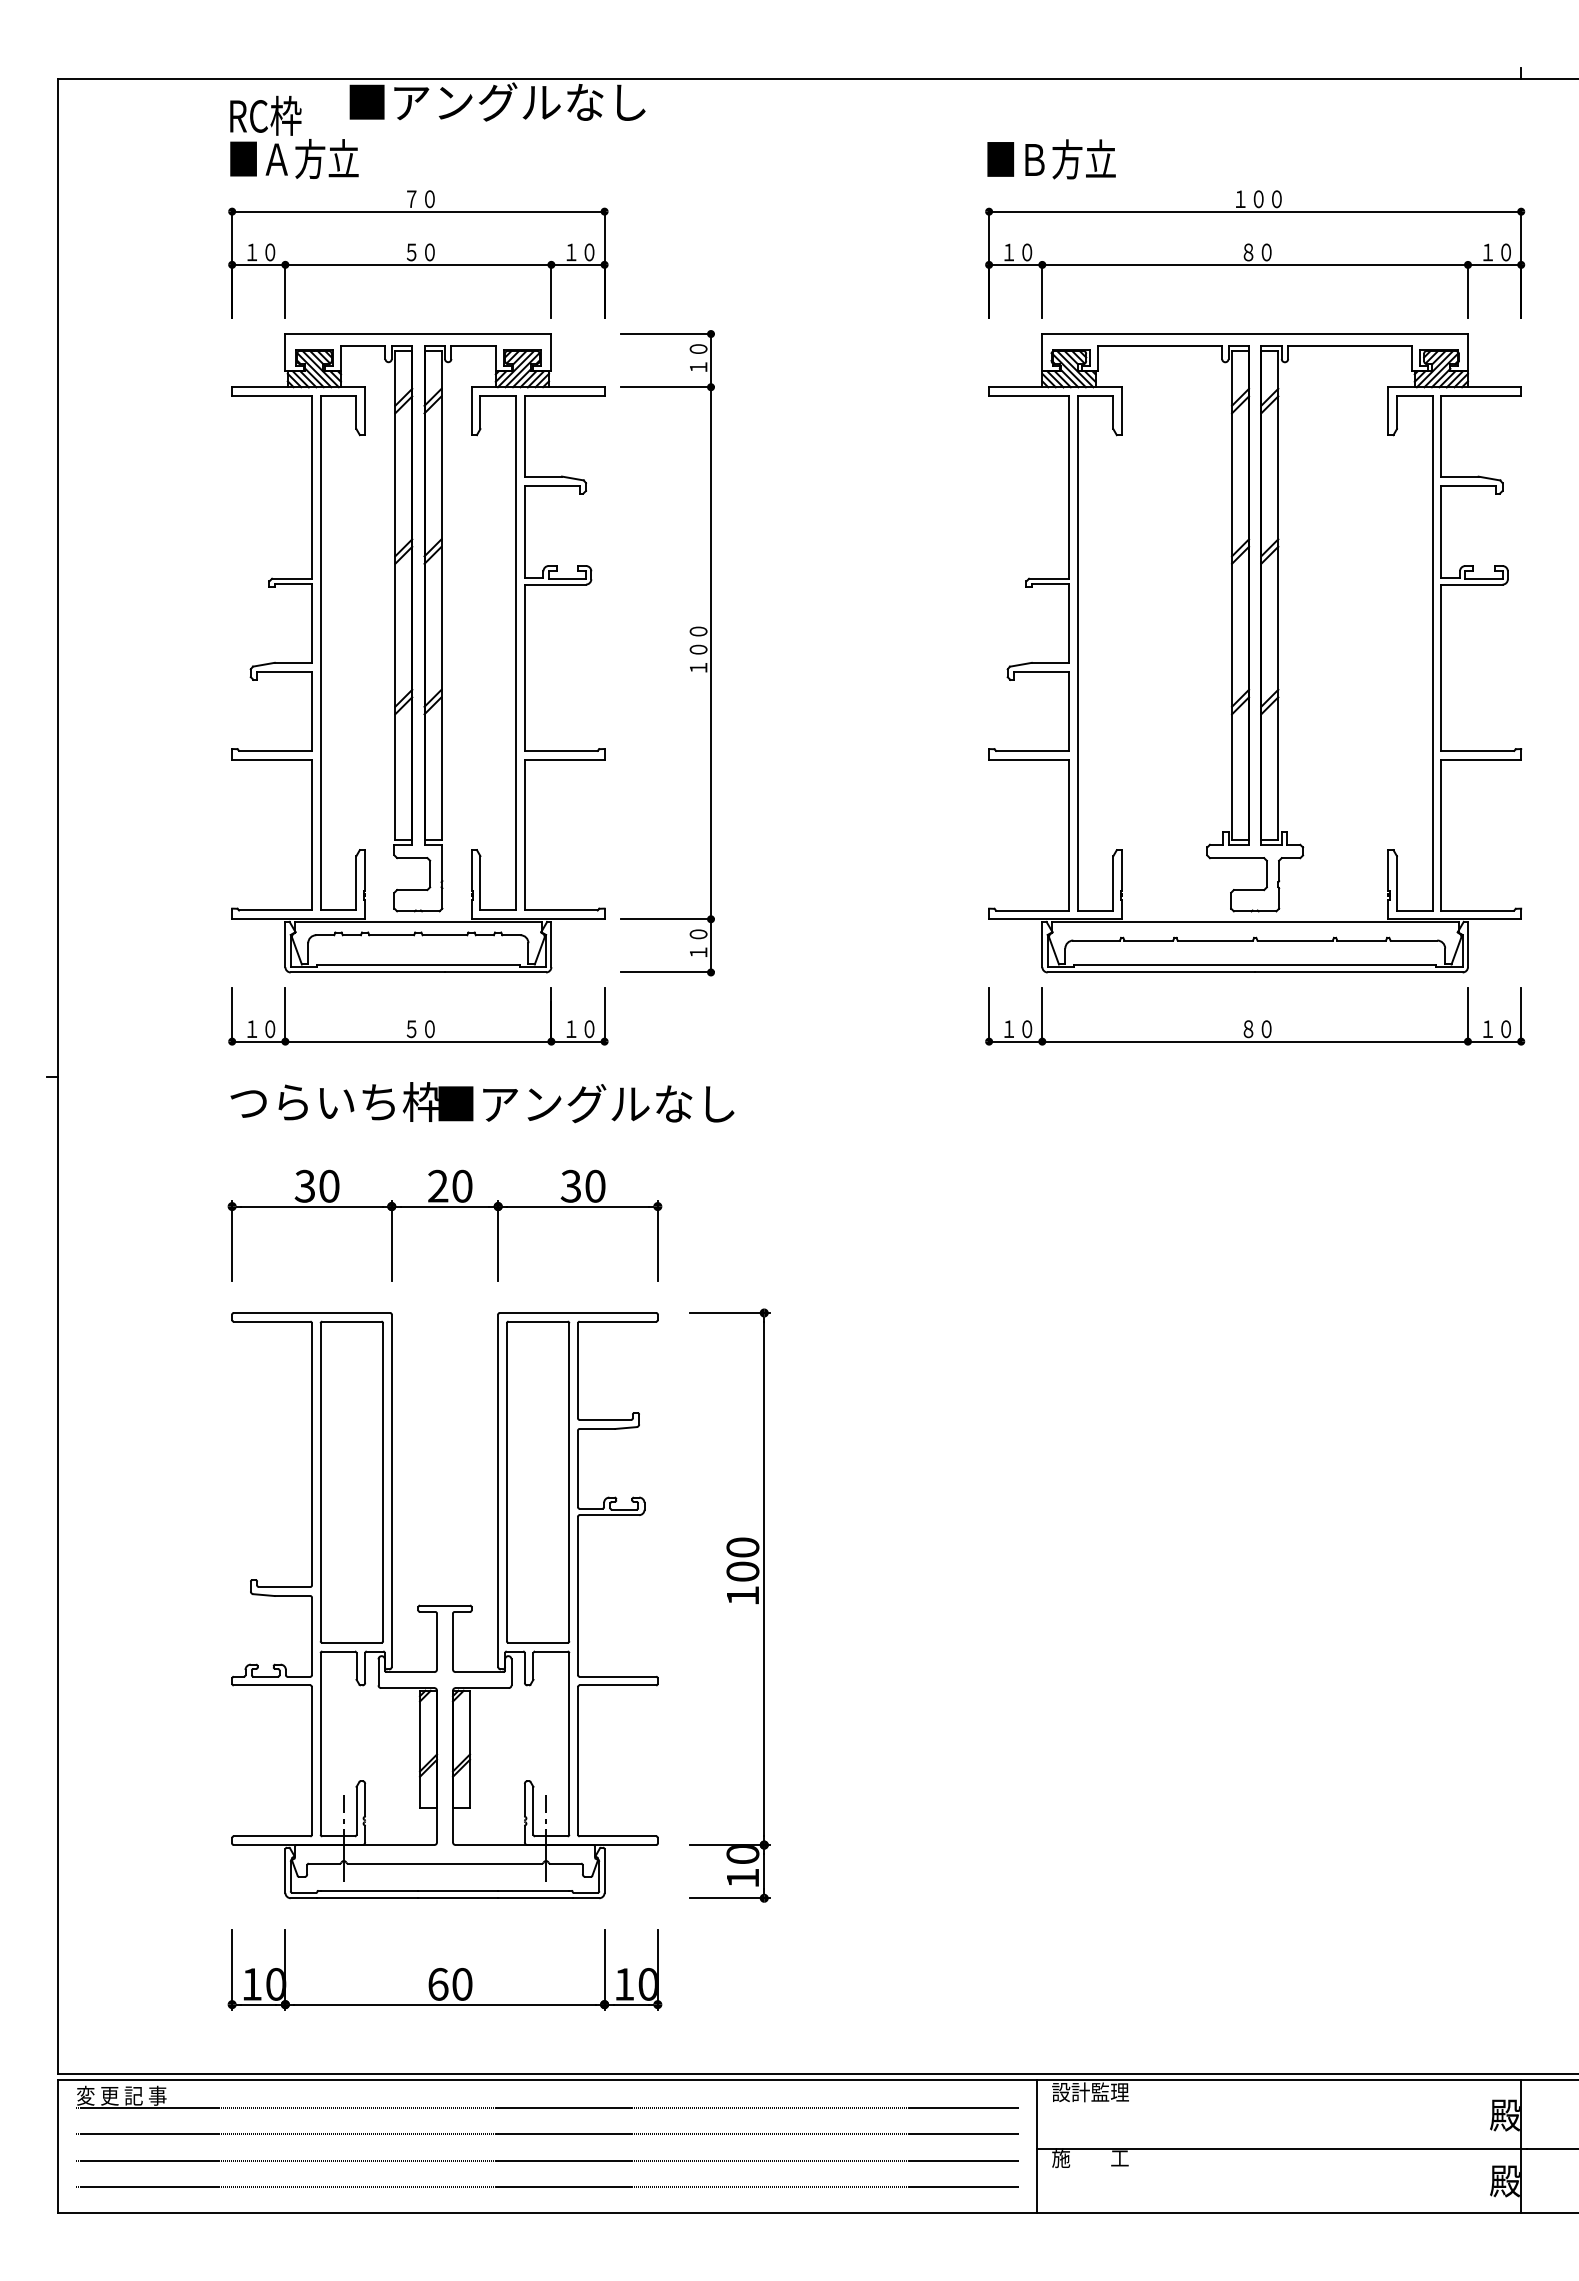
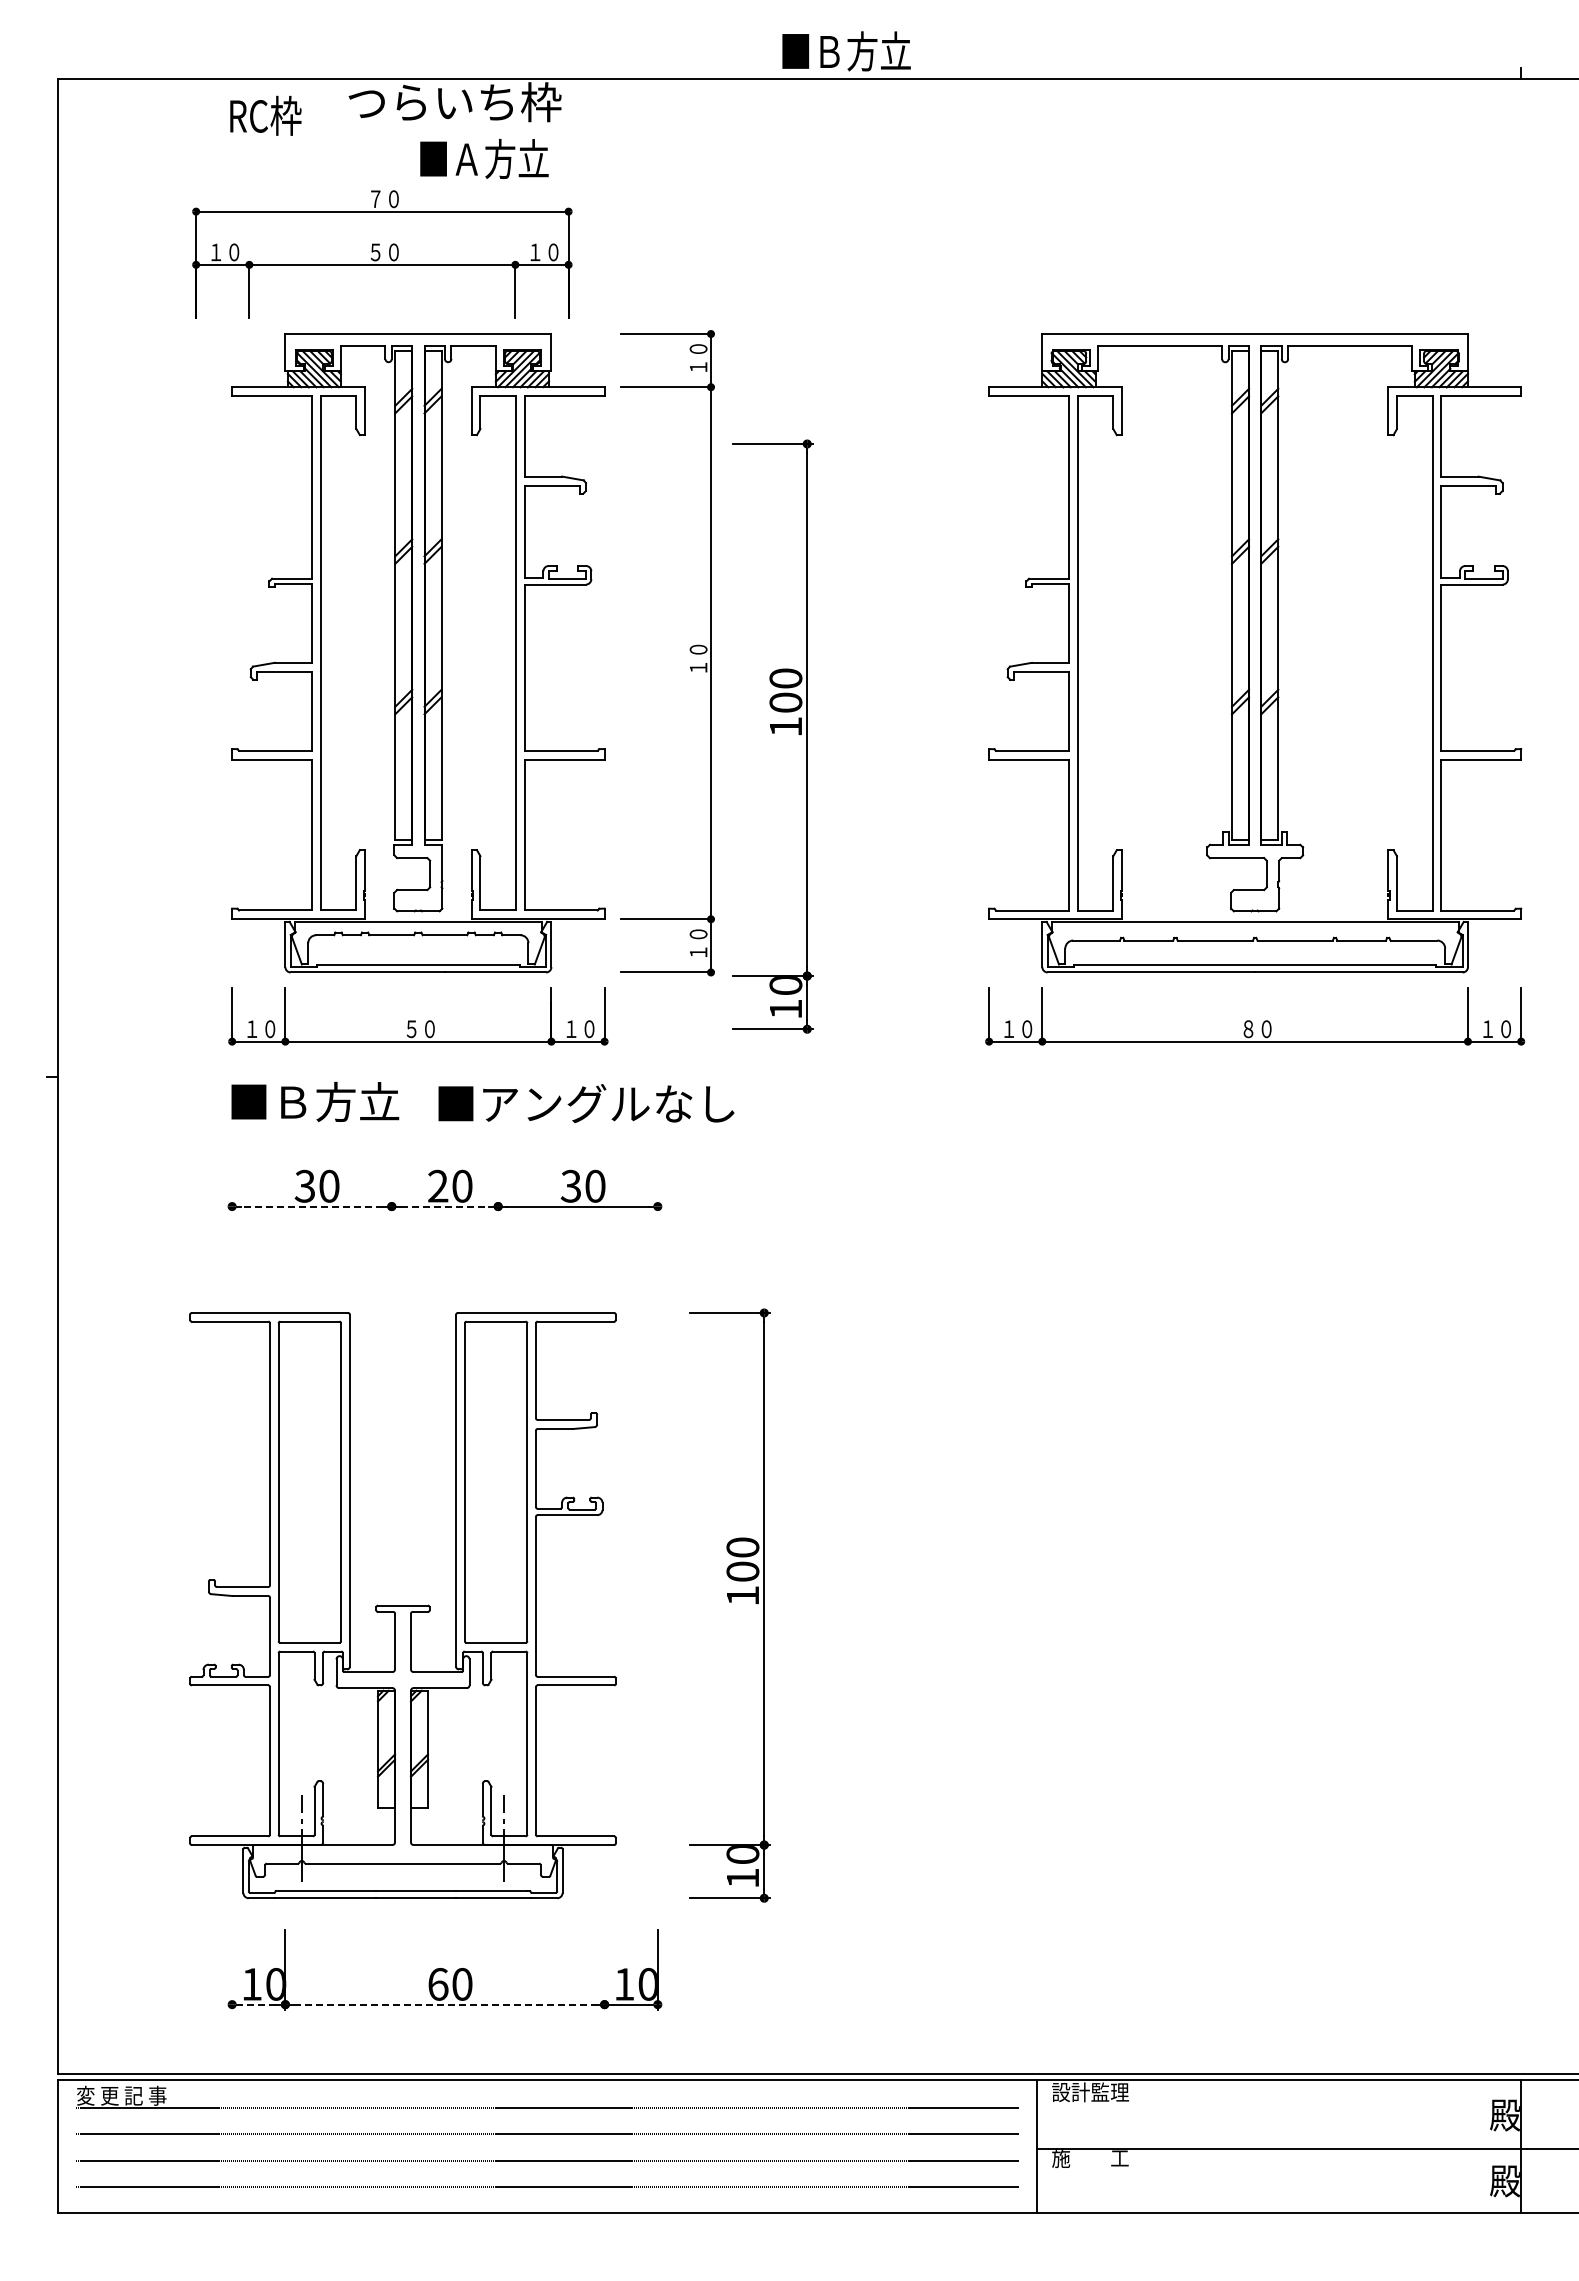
text at (496, 102): ■アングルなし -> つらいち枠
text at (294, 158) position: (294, 158) -> (484, 158)
text at (1051, 159) position: (1051, 159) -> (846, 51)
part at (418, 254) position: (418, 254) -> (382, 254)
part at (1255, 254): present -> none
text at (698, 631): １００ -> １０
part at (772, 736): none -> present
text at (334, 1101): つらいち枠 -> ■Ｂ方立
line at (312, 1206): solid -> dashed
line at (445, 1206): solid -> dashed
line at (232, 1241): present -> none
line at (391, 1241): present -> none
line at (498, 1241): present -> none
line at (657, 1241): present -> none
part at (444, 1605) position: (444, 1605) -> (402, 1605)
line at (232, 1969): present -> none
line at (604, 1969): present -> none
line at (258, 2004): solid -> dashed
line at (445, 2004): solid -> dashed
